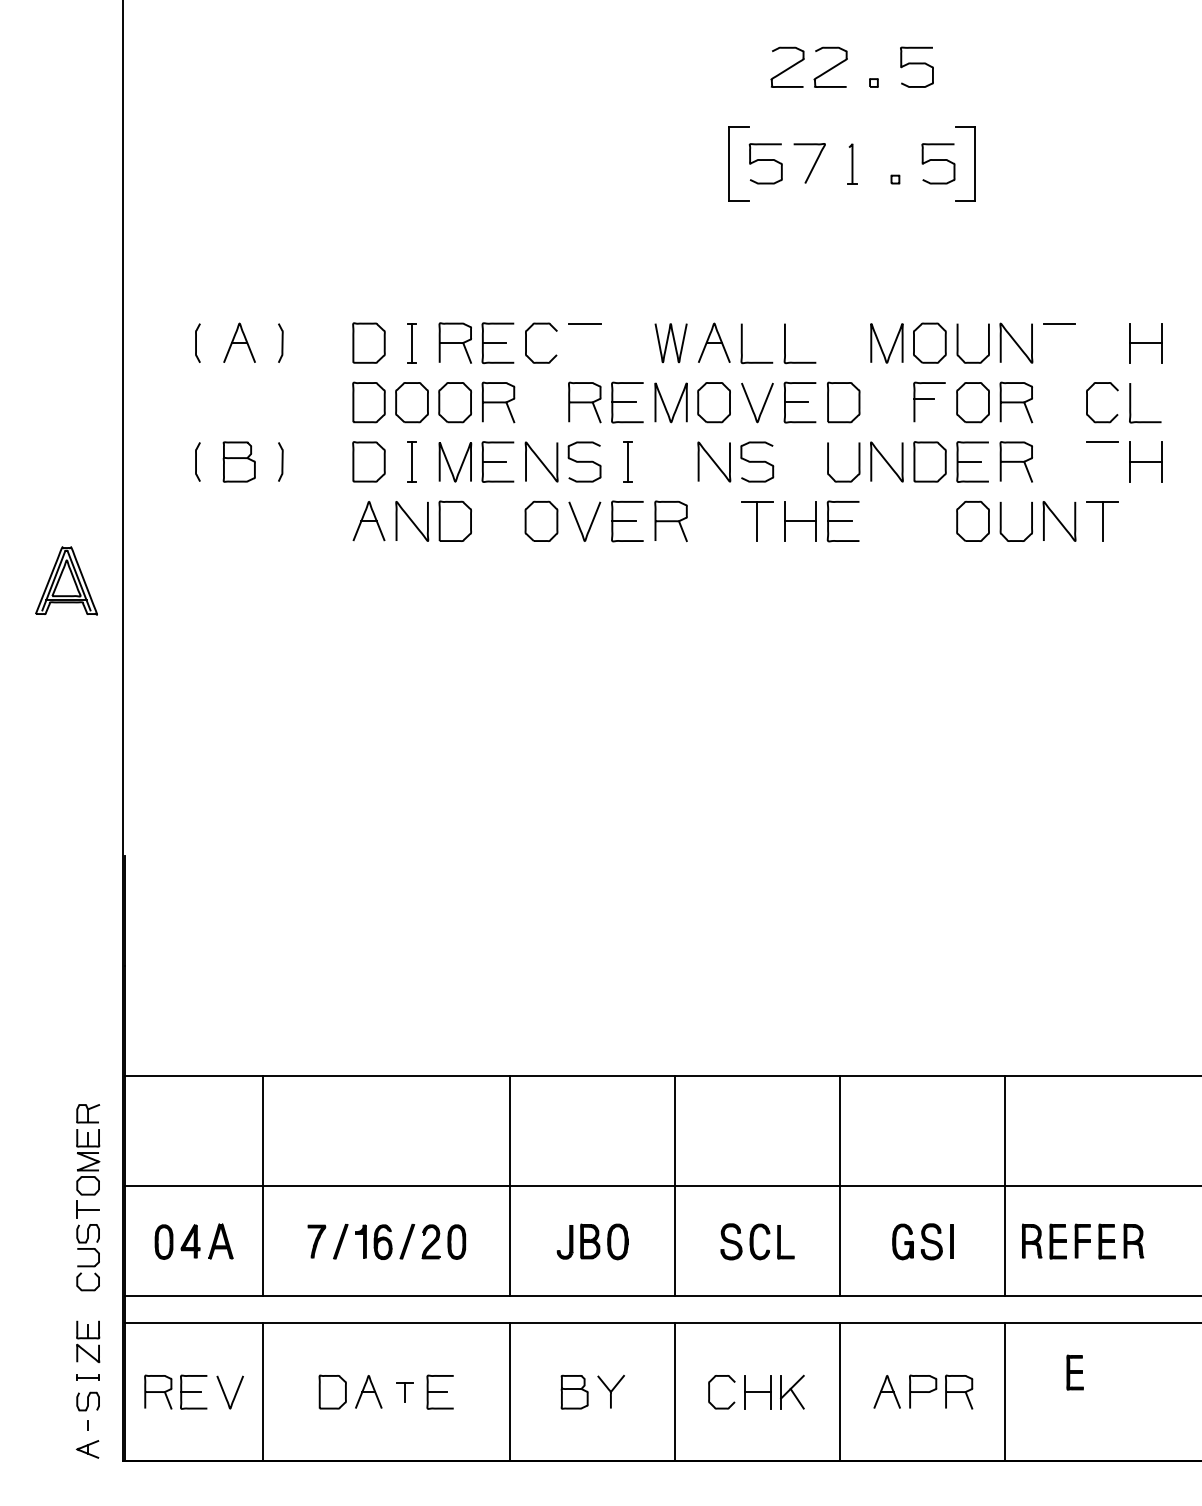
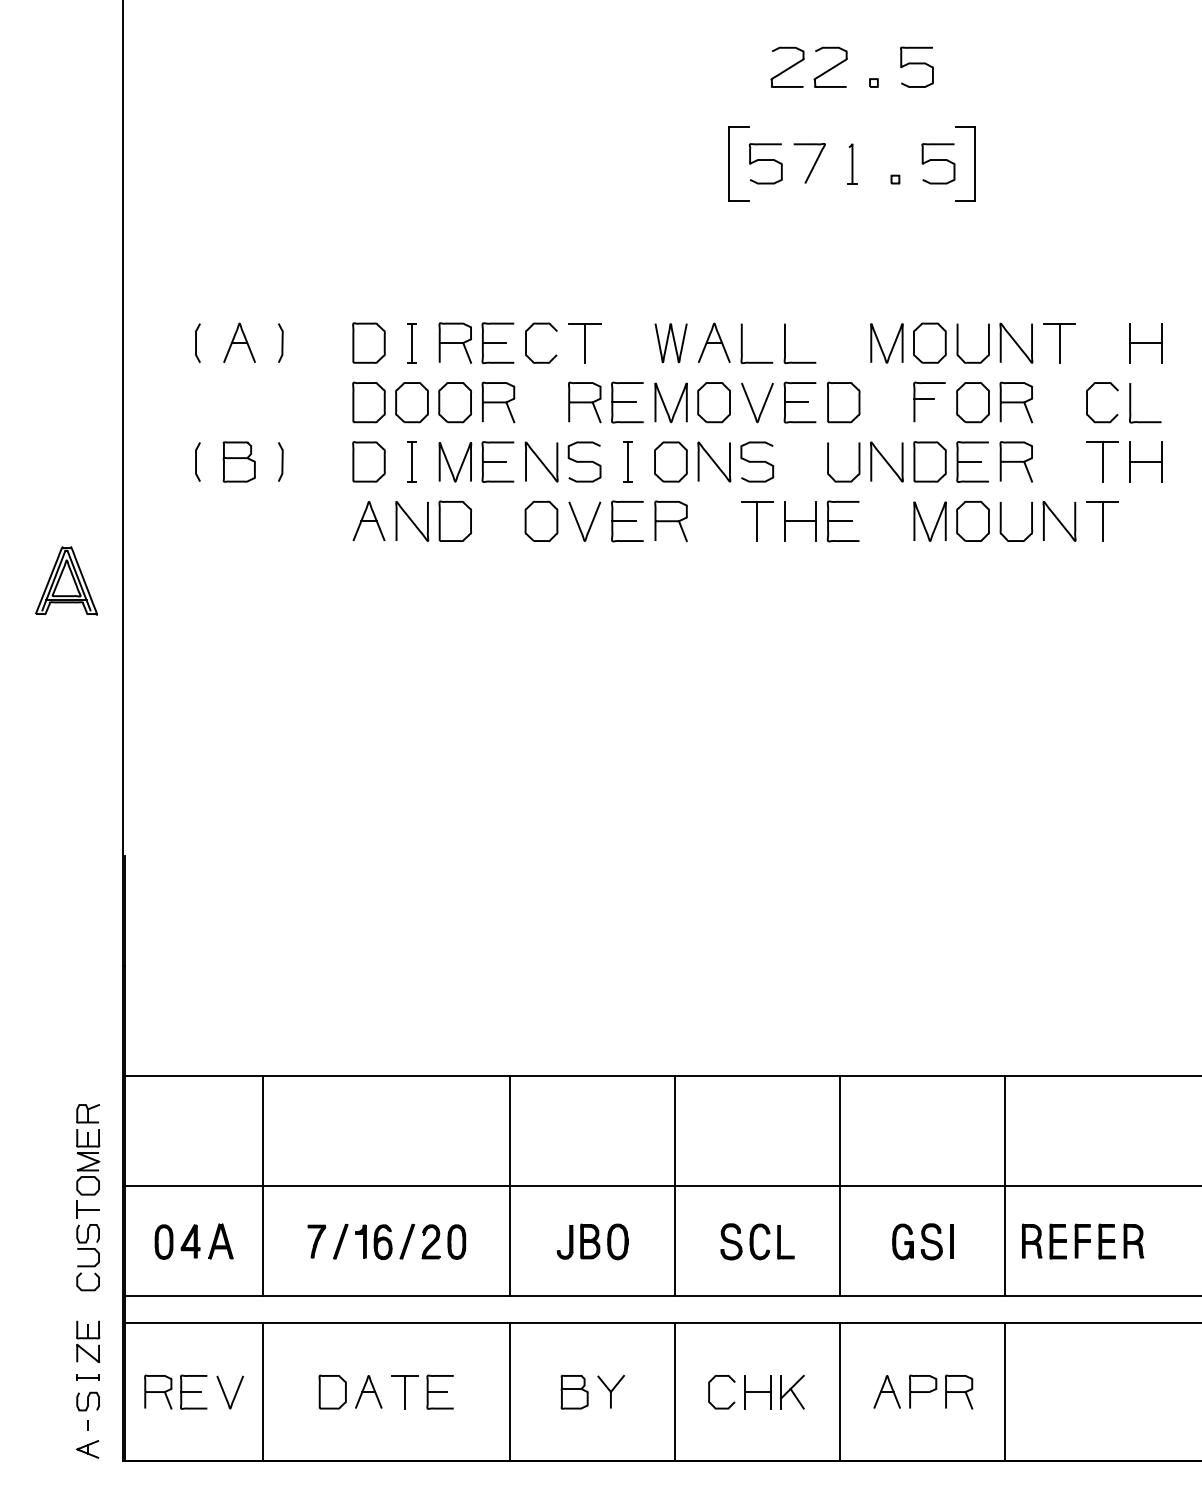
line at (584, 342): none -> present
line at (1059, 342): none -> present
part at (670, 461): none -> present
line at (1102, 461): none -> present
curve at (924, 523): none -> present
part at (1074, 1372): present -> none
part at (404, 1392) size: 18x21 px -> 28x35 px
